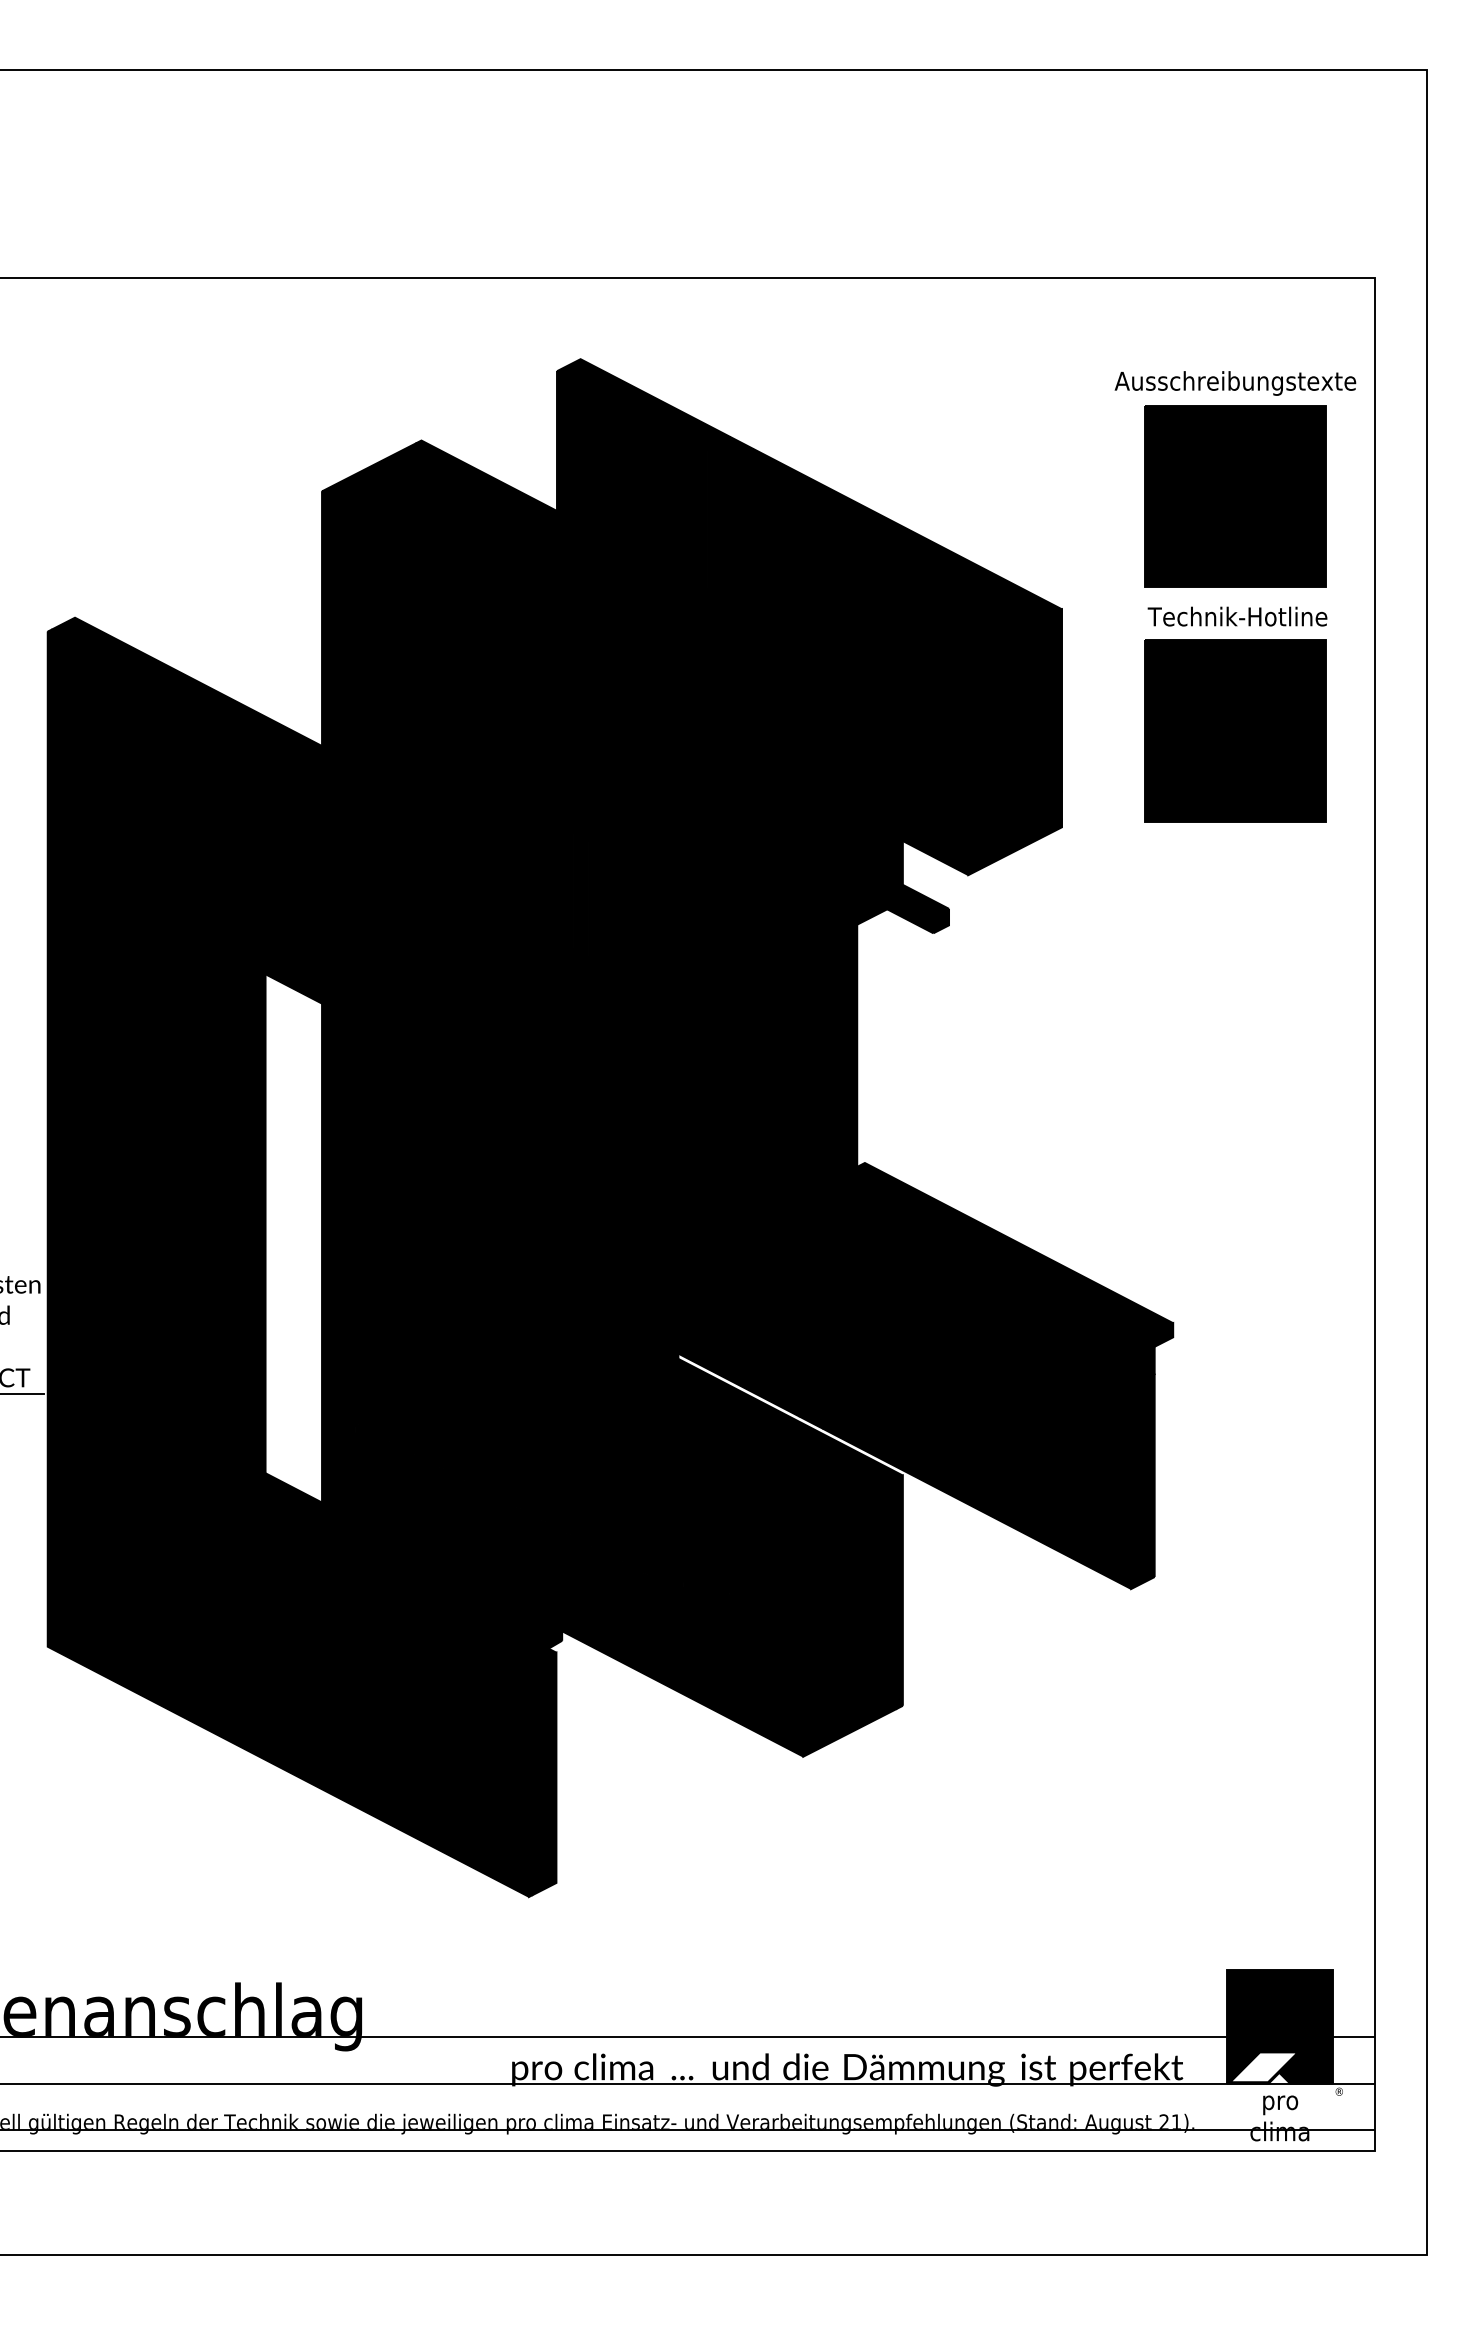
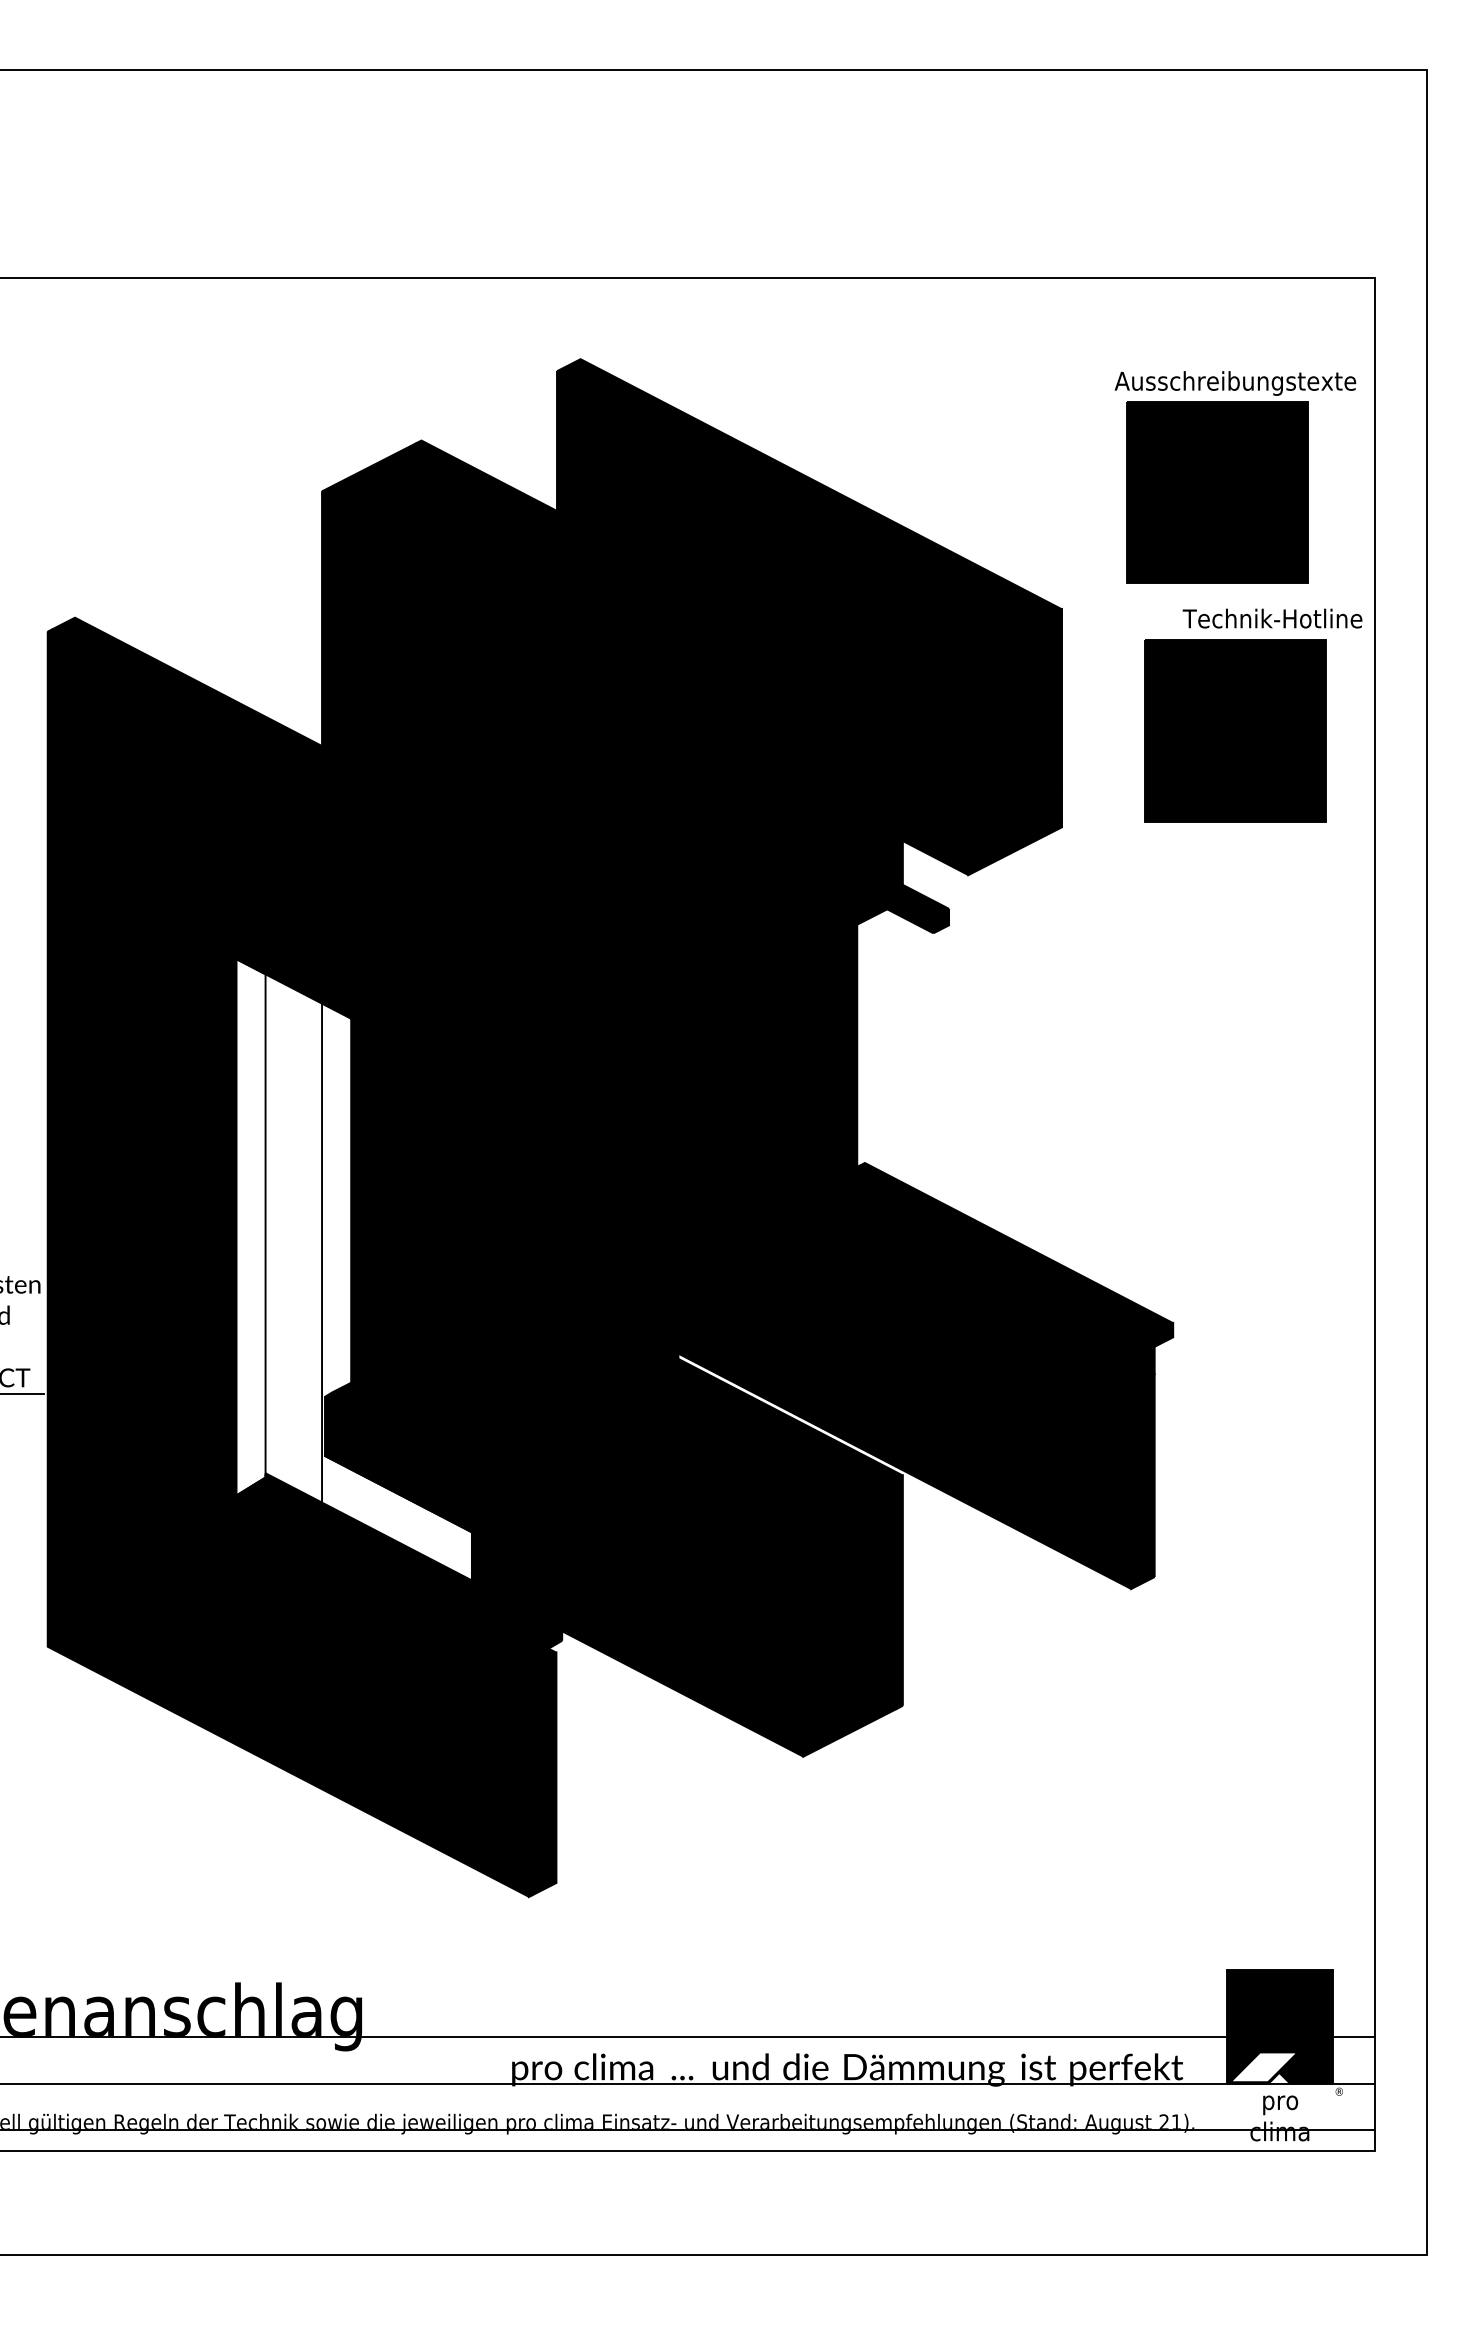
part at (1235, 496) position: (1235, 496) -> (1217, 492)
text at (1237, 616) position: (1237, 616) -> (1272, 618)
fill at (250, 1227): present -> none
fill at (396, 1291): present -> none
